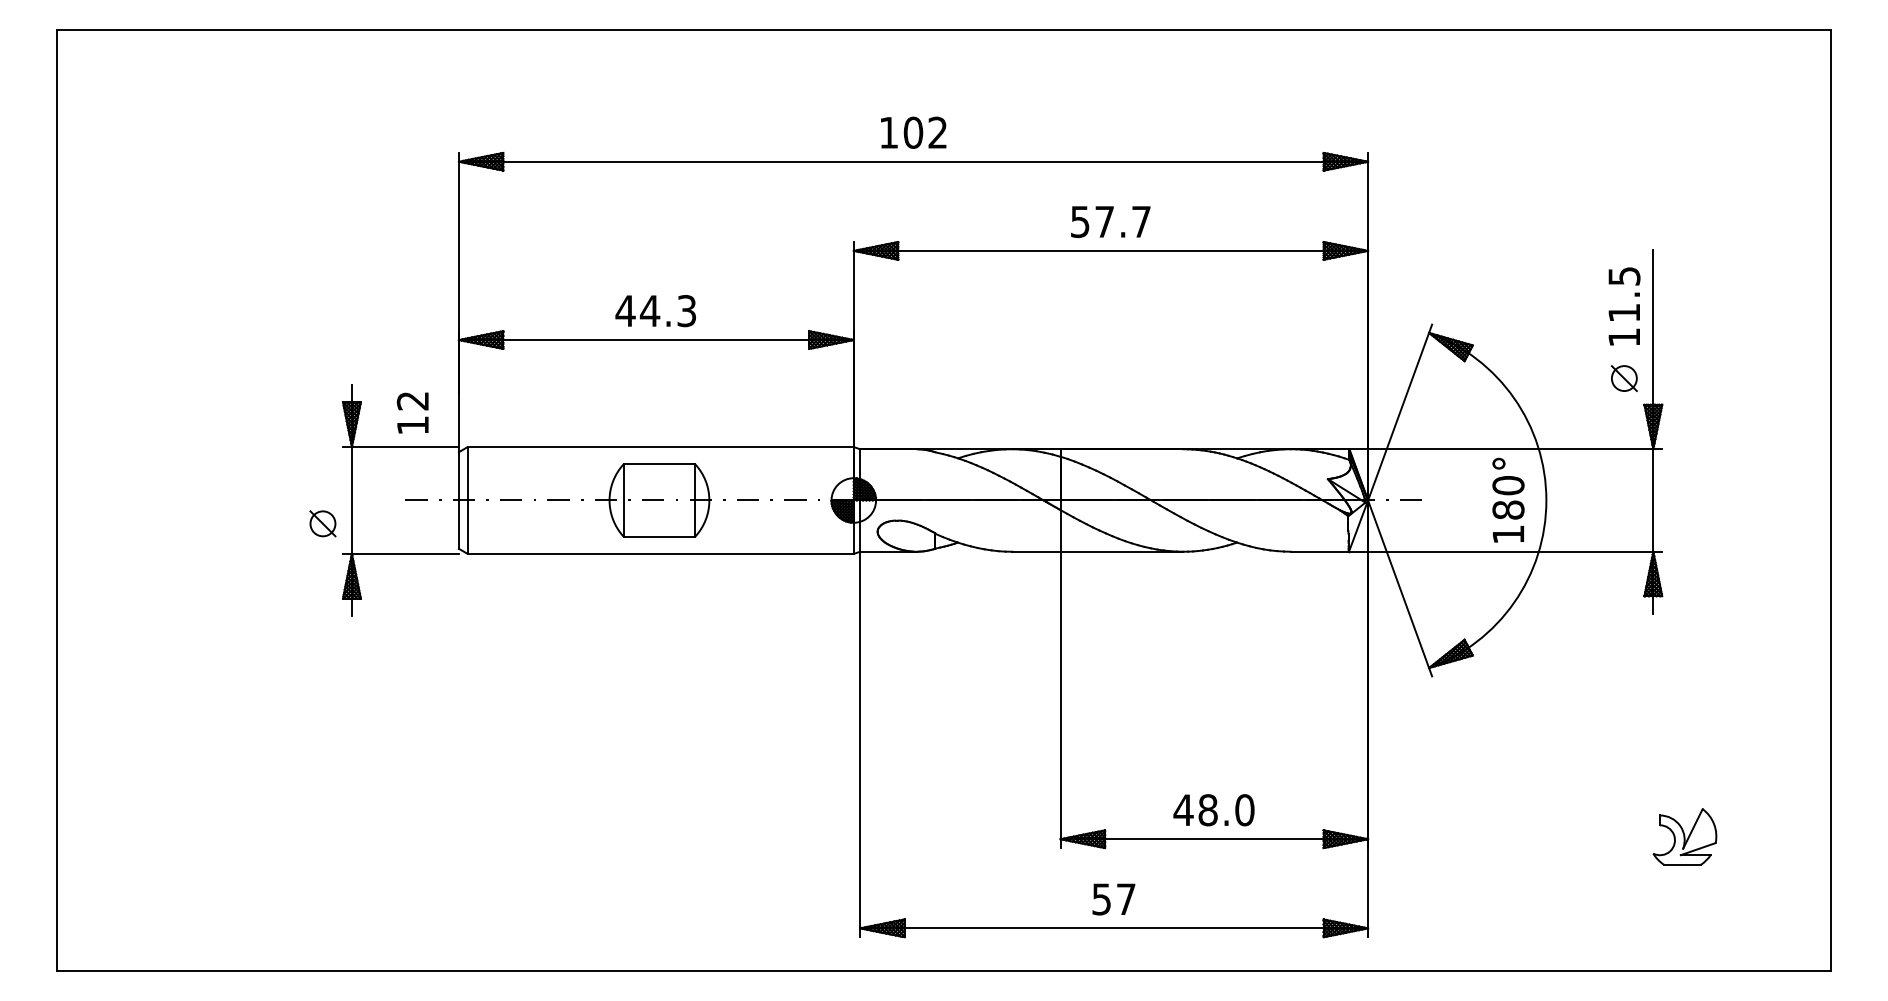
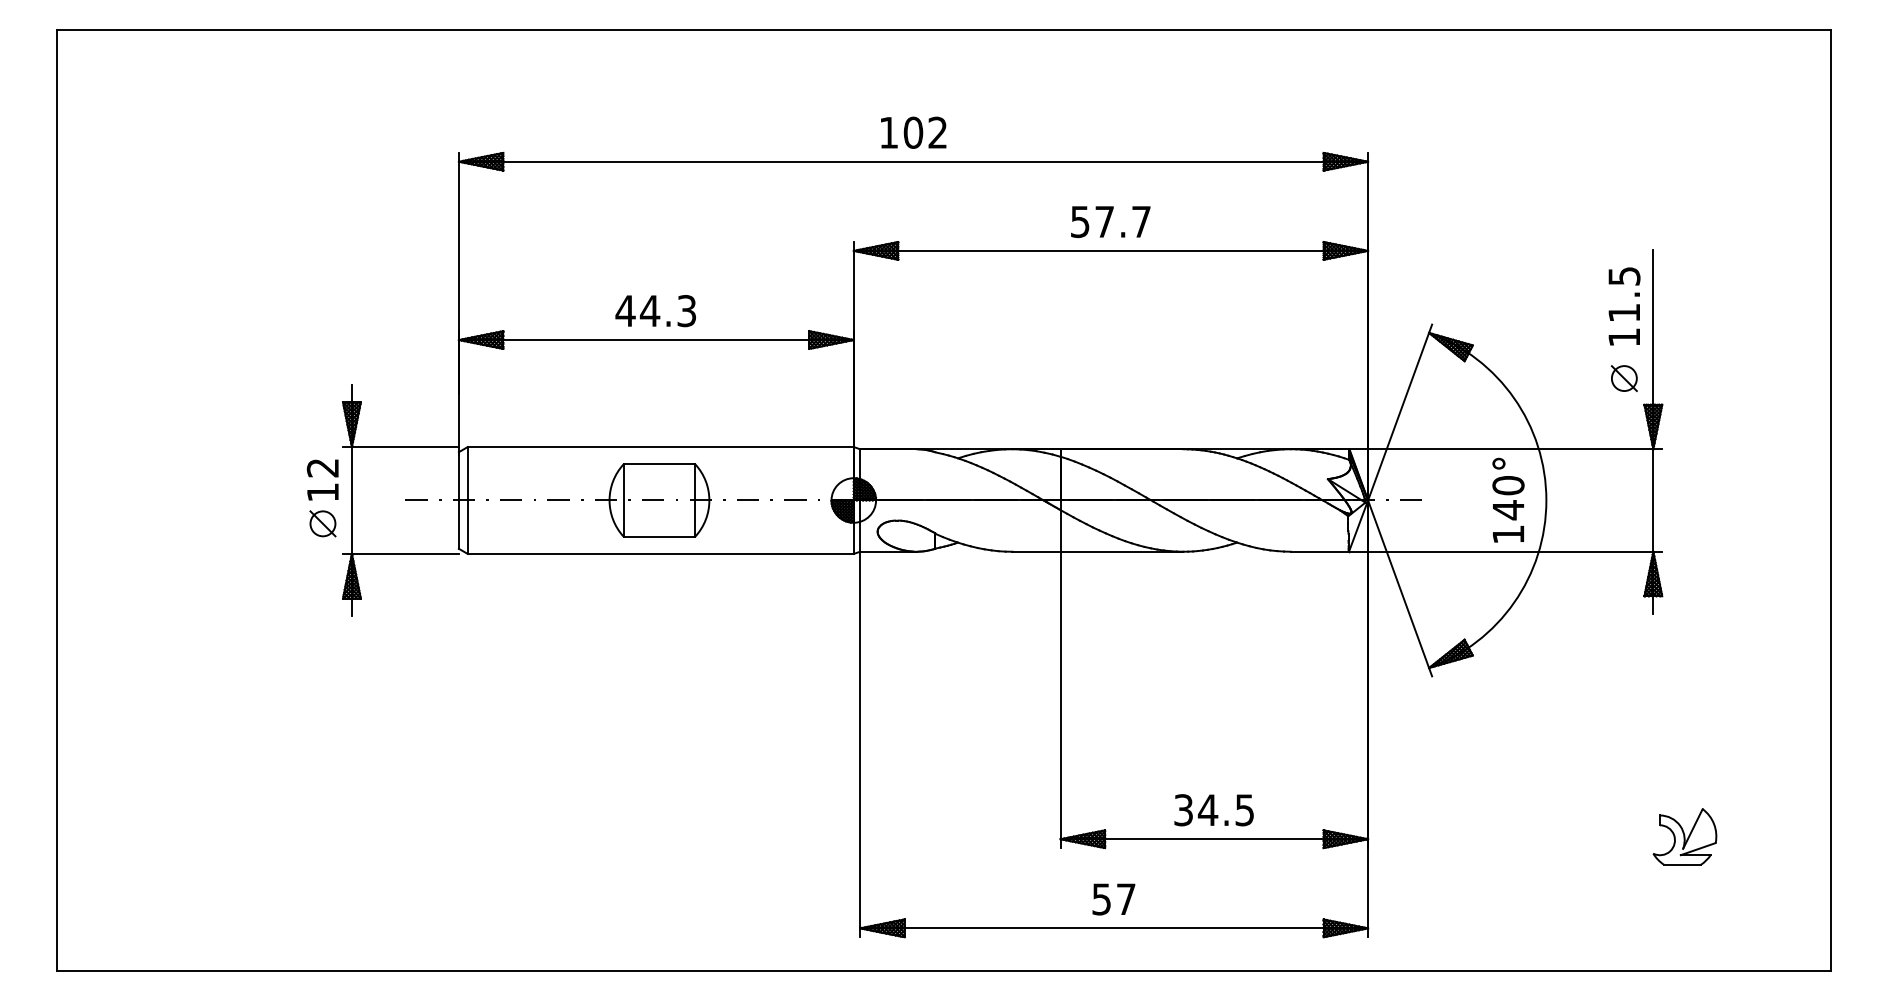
text at (412, 412) position: (412, 412) -> (322, 479)
text at (1508, 510): 180° -> 140°
text at (1213, 810): 48.0 -> 34.5
